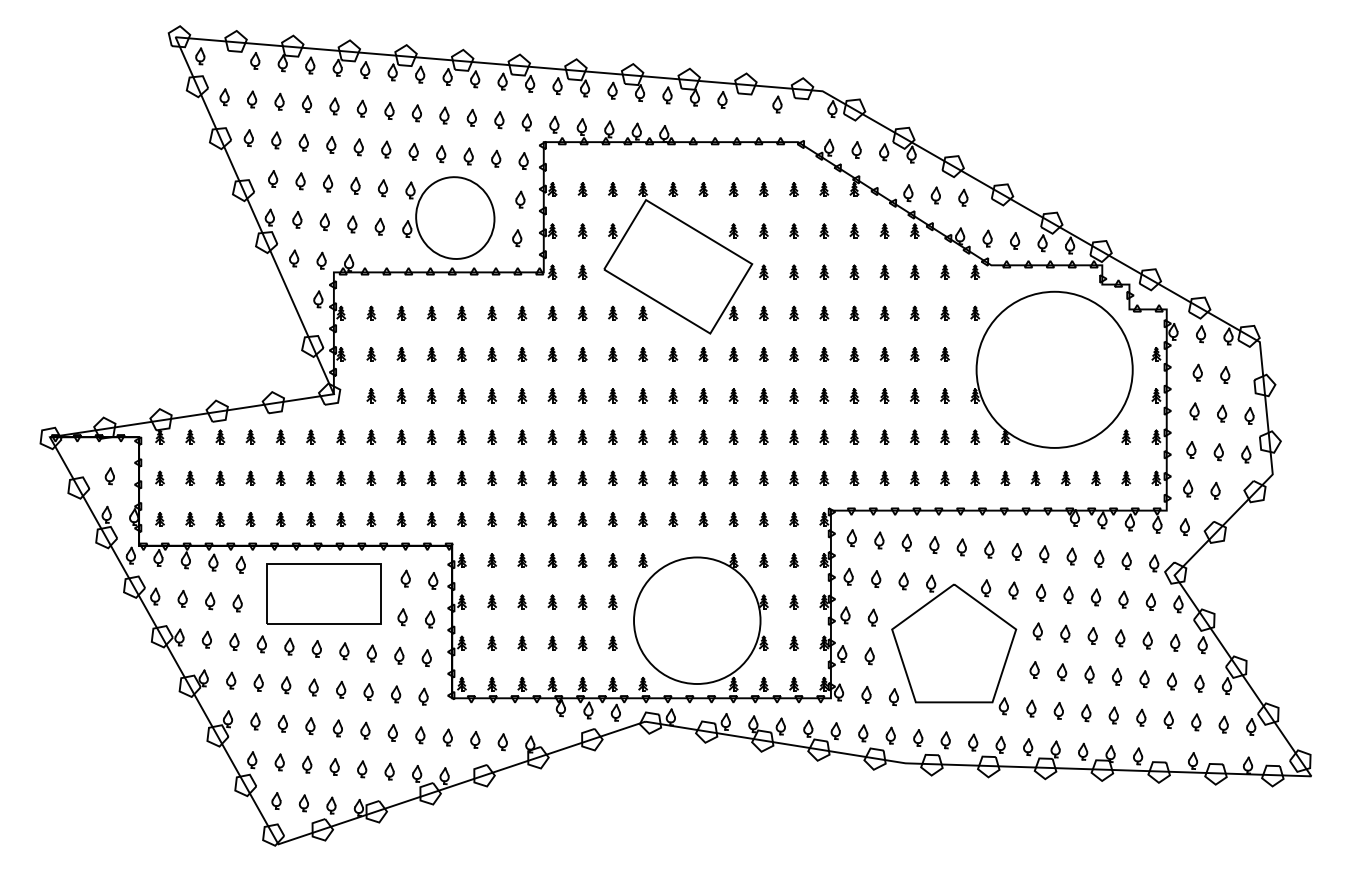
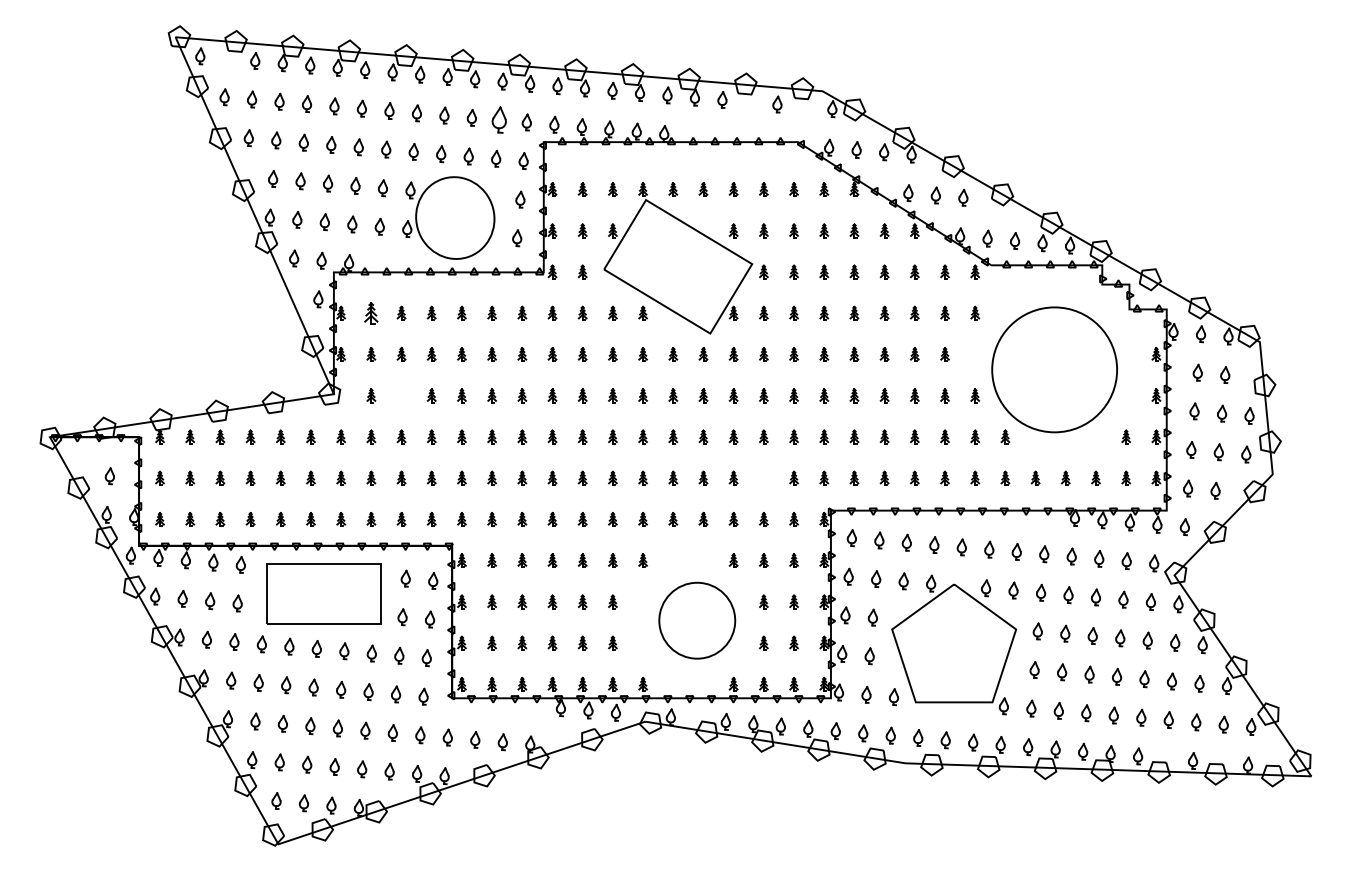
part at (499, 120) size: 11x19 px -> 16x28 px
part at (371, 312) size: 11x16 px -> 15x23 px
circle at (1054, 369) diameter: 156 px -> 125 px
part at (401, 395): present -> none
part at (763, 477): present -> none
circle at (697, 620) diameter: 127 px -> 76 px
